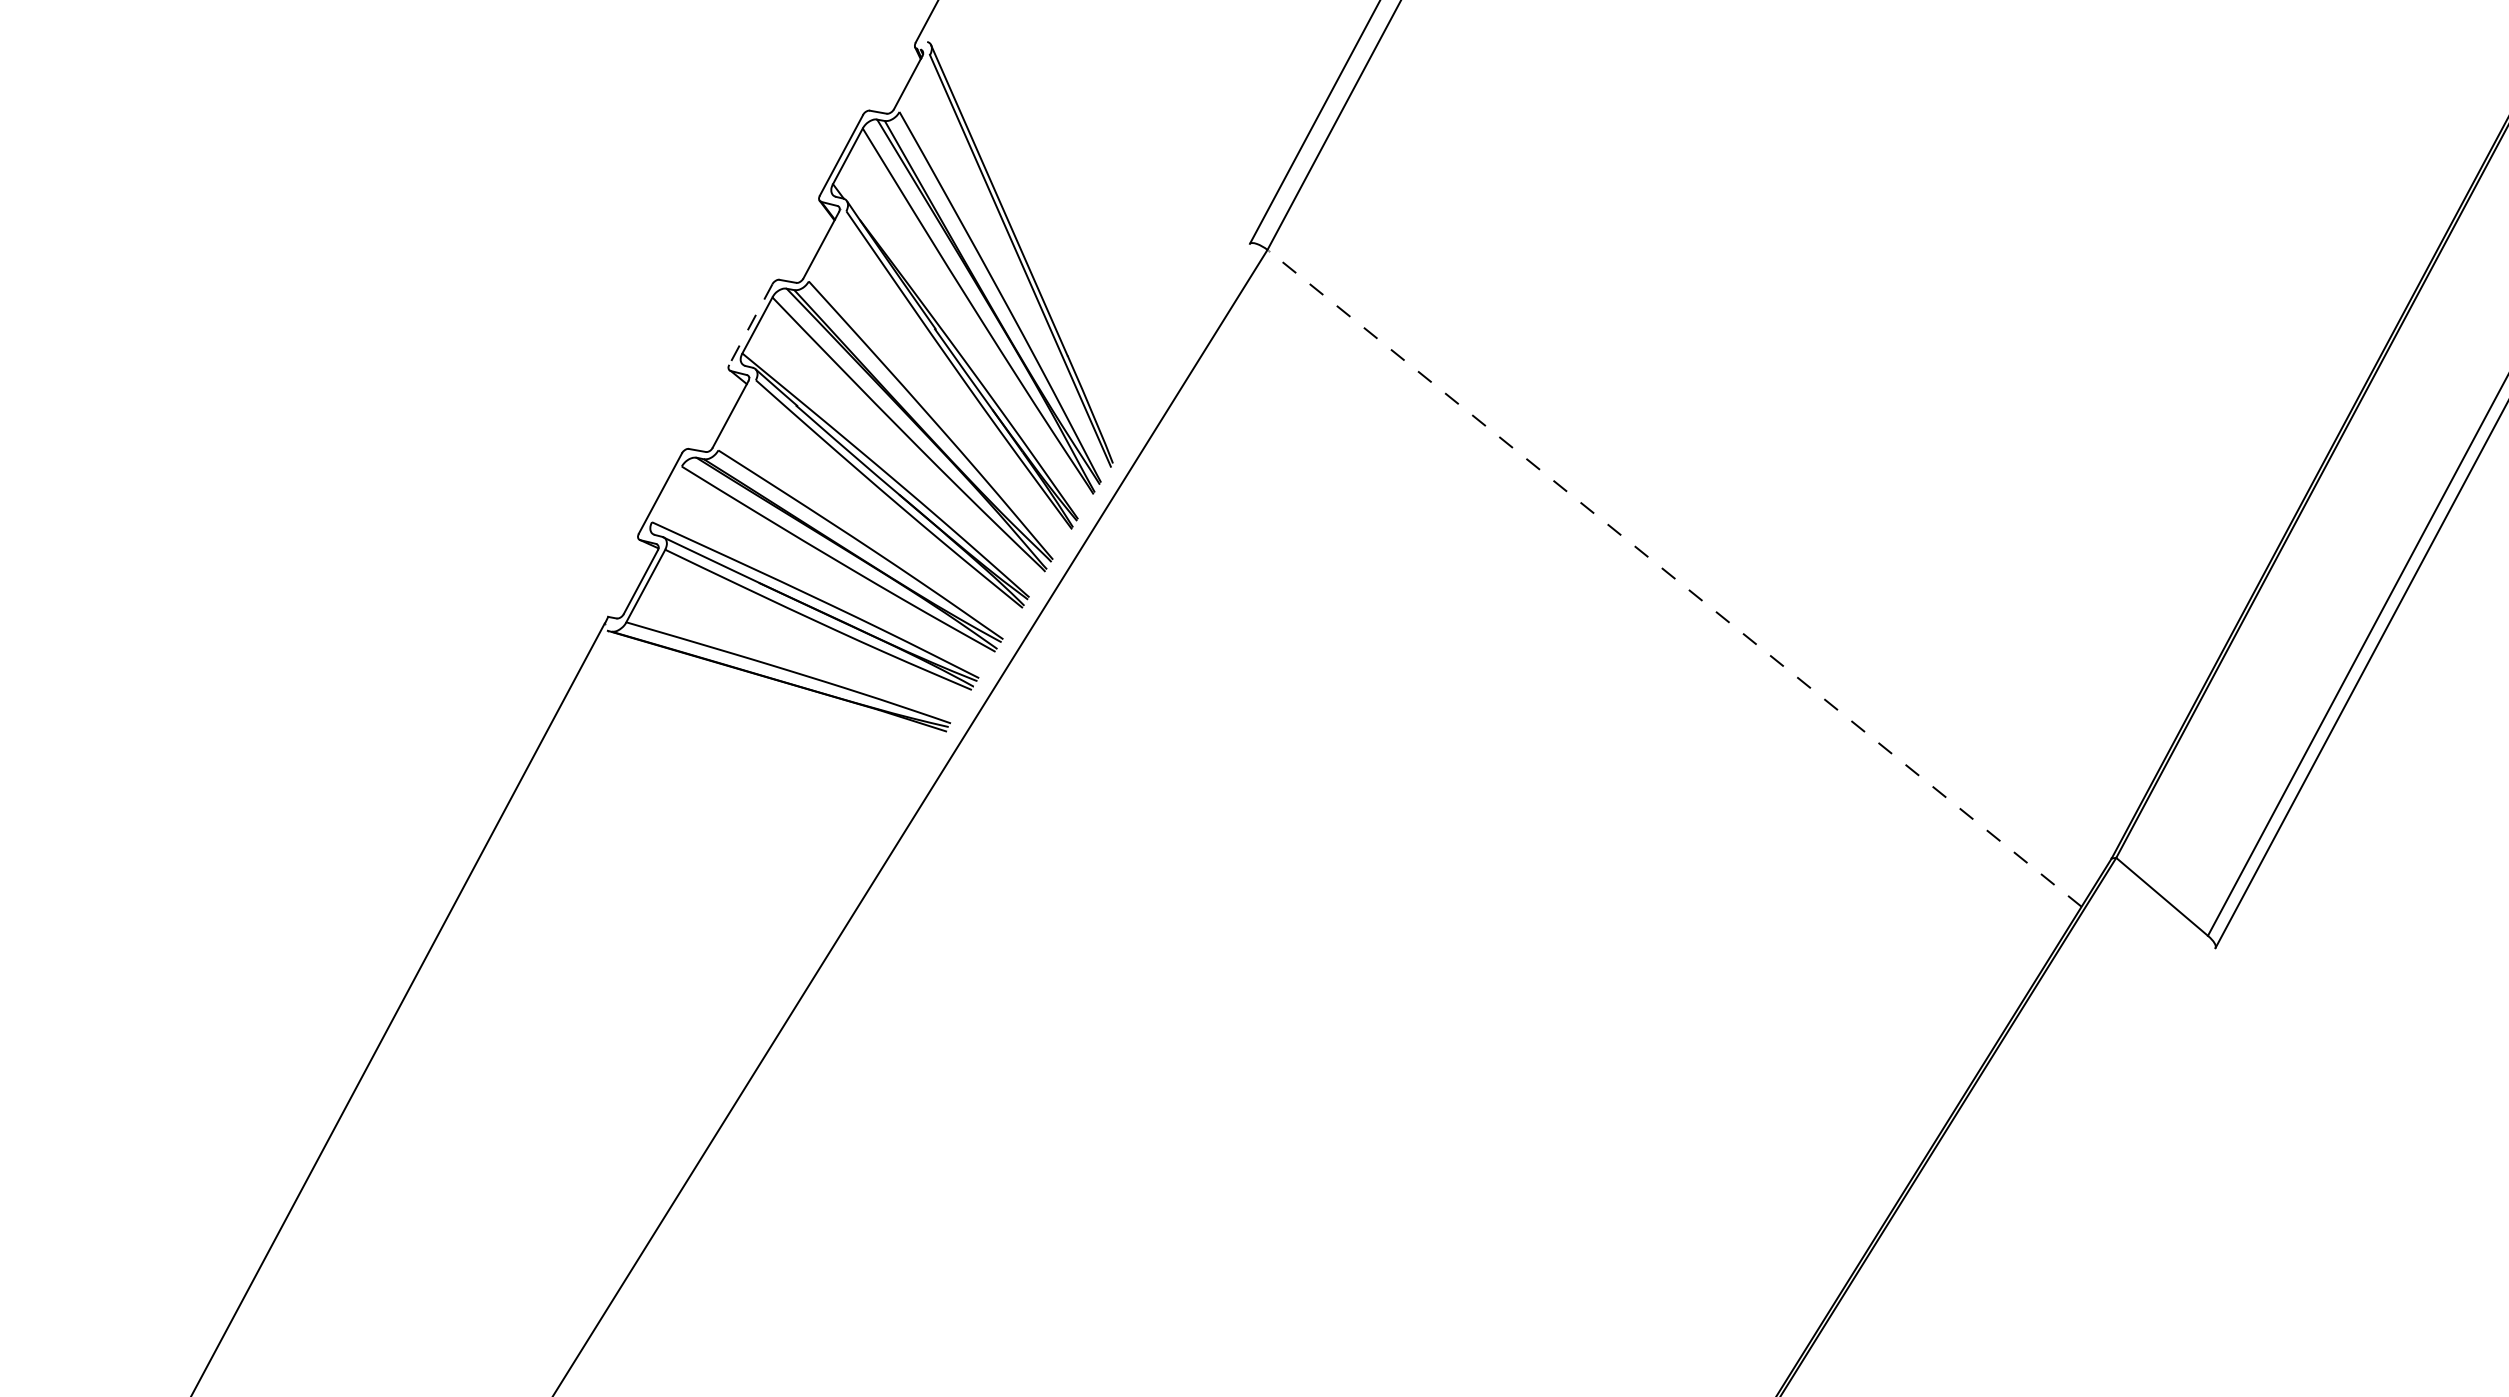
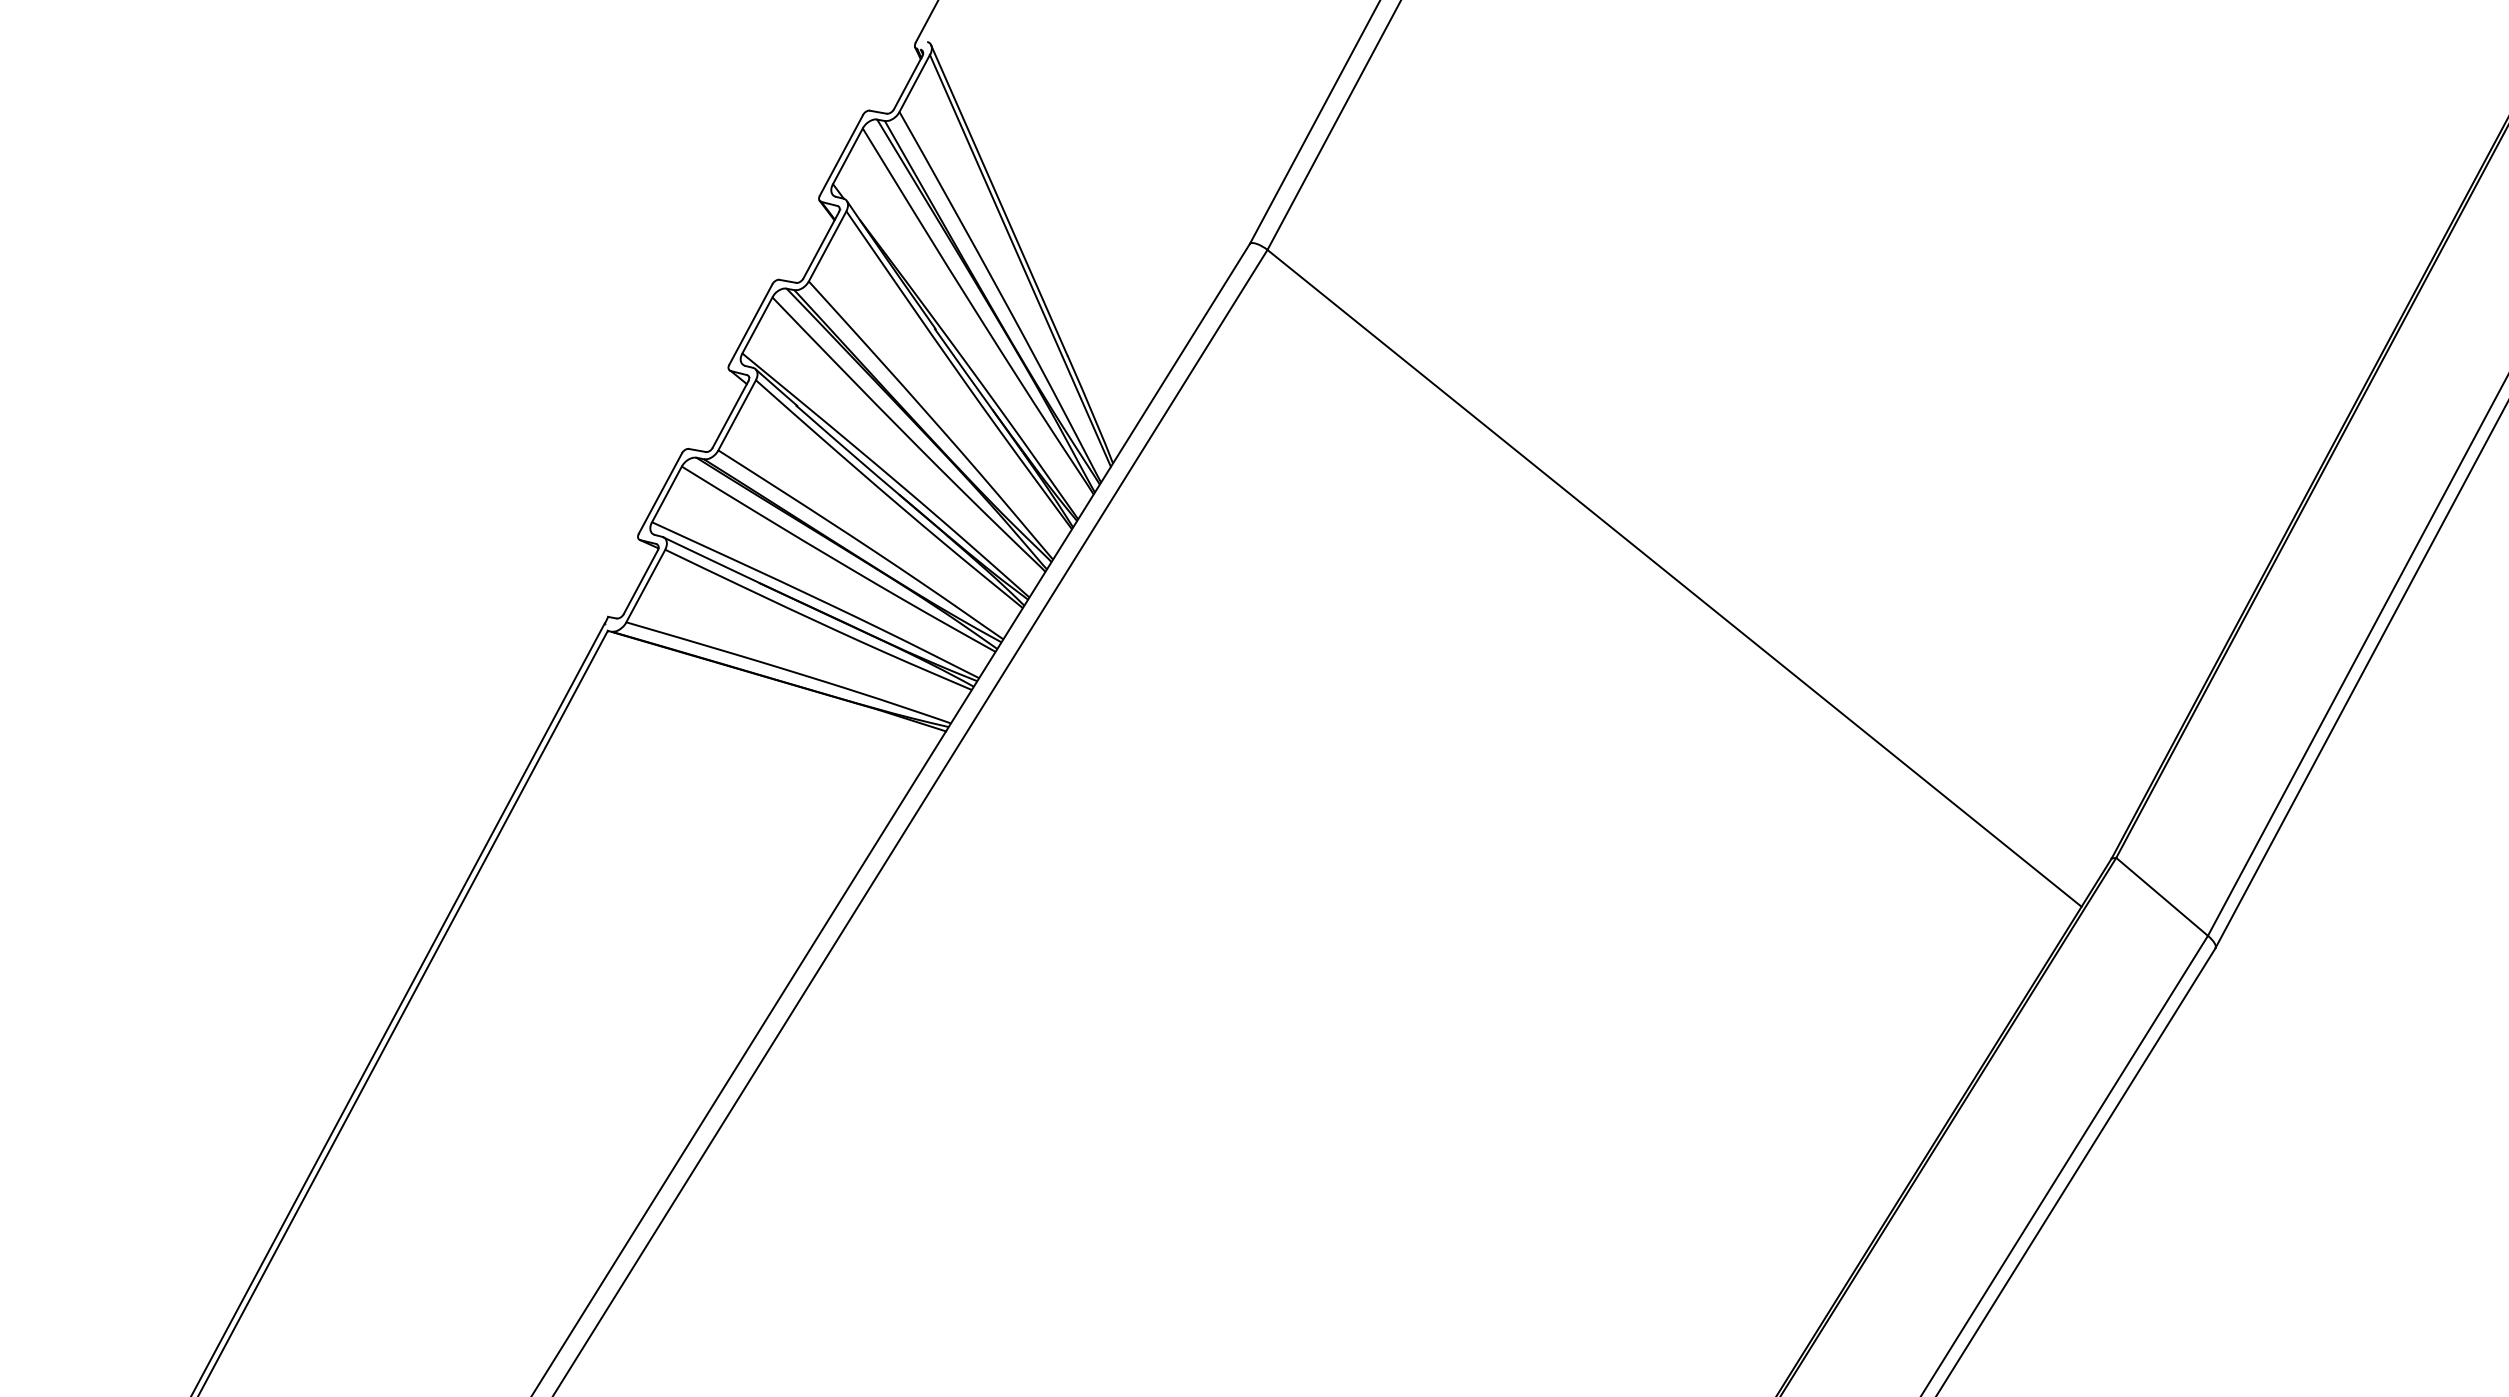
line at (914, 82): none -> present
line at (827, 246): none -> present
line at (750, 324): dashed -> solid
line at (736, 415): none -> present
line at (666, 494): none -> present
line at (1674, 578): dashed -> solid
line at (891, 818): none -> present
line at (403, 1011): none -> present
line at (2064, 1164): none -> present
line at (2076, 1170): none -> present
